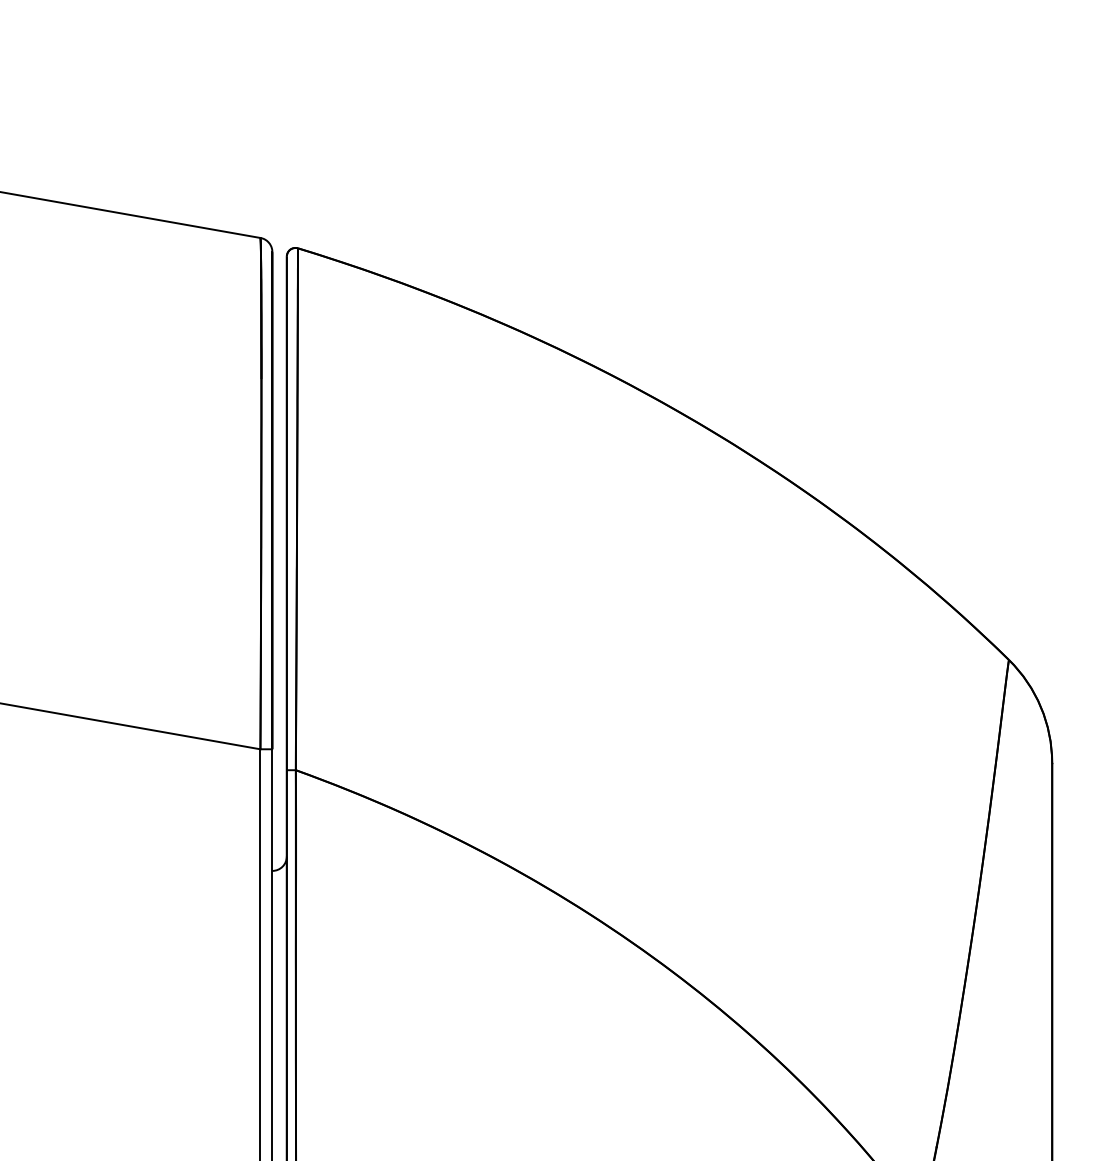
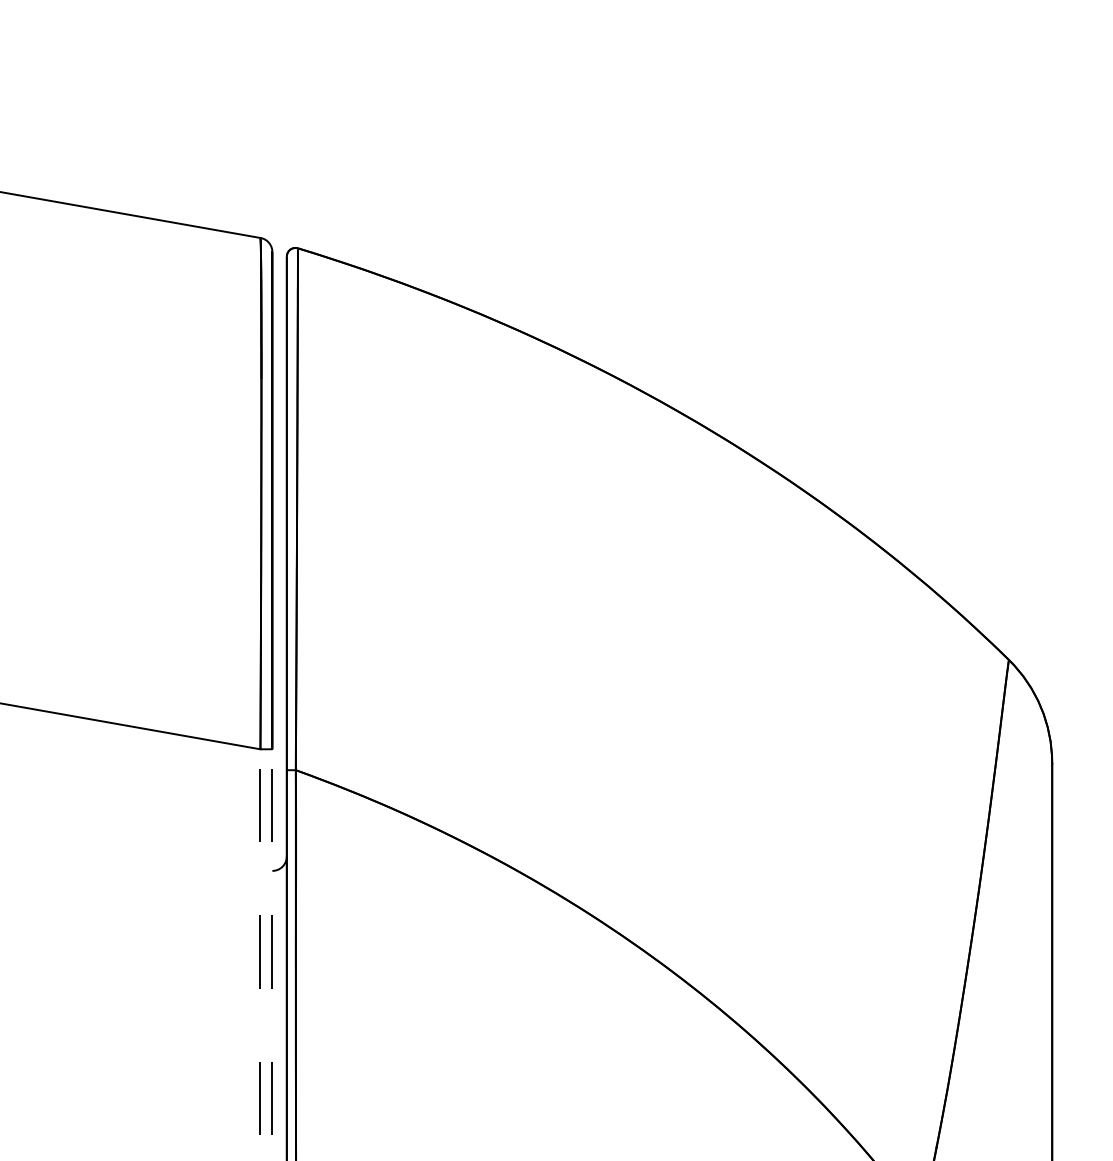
line at (260, 954): solid -> dashed
line at (272, 954): solid -> dashed
